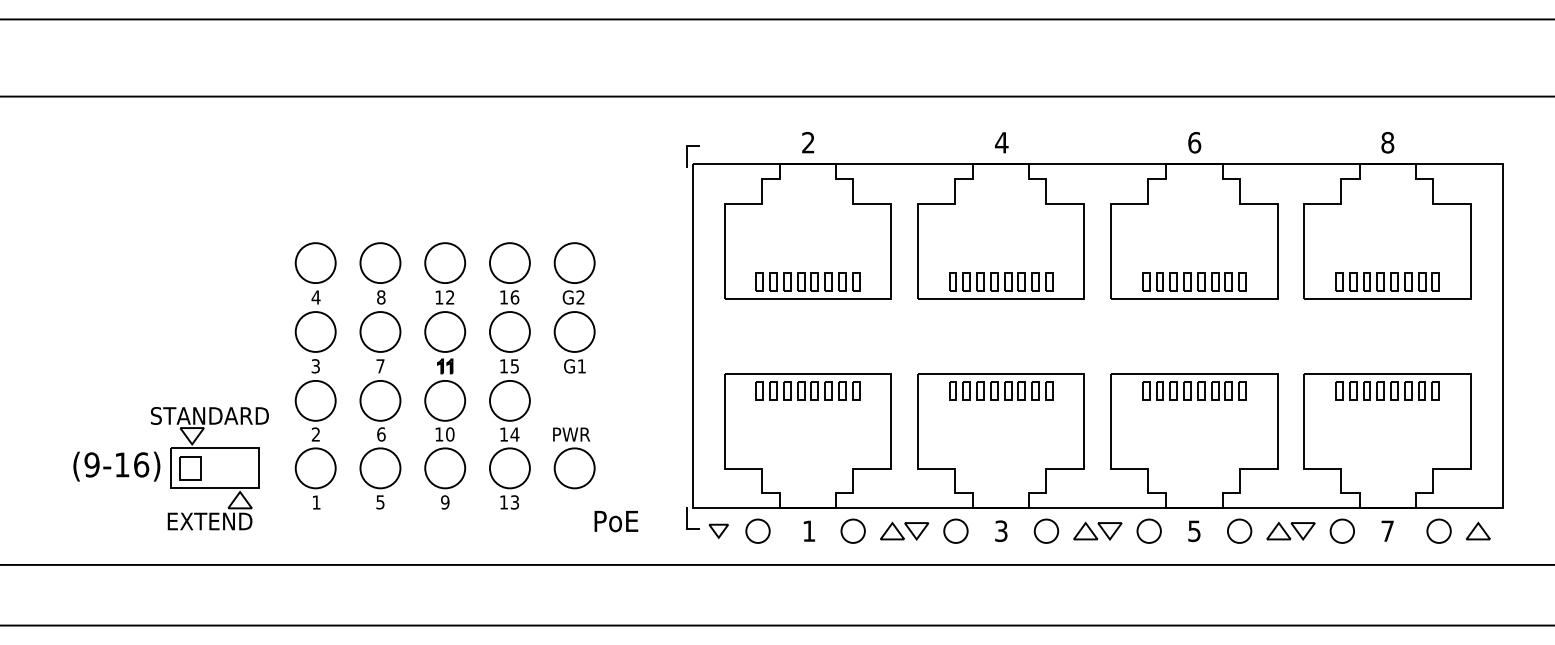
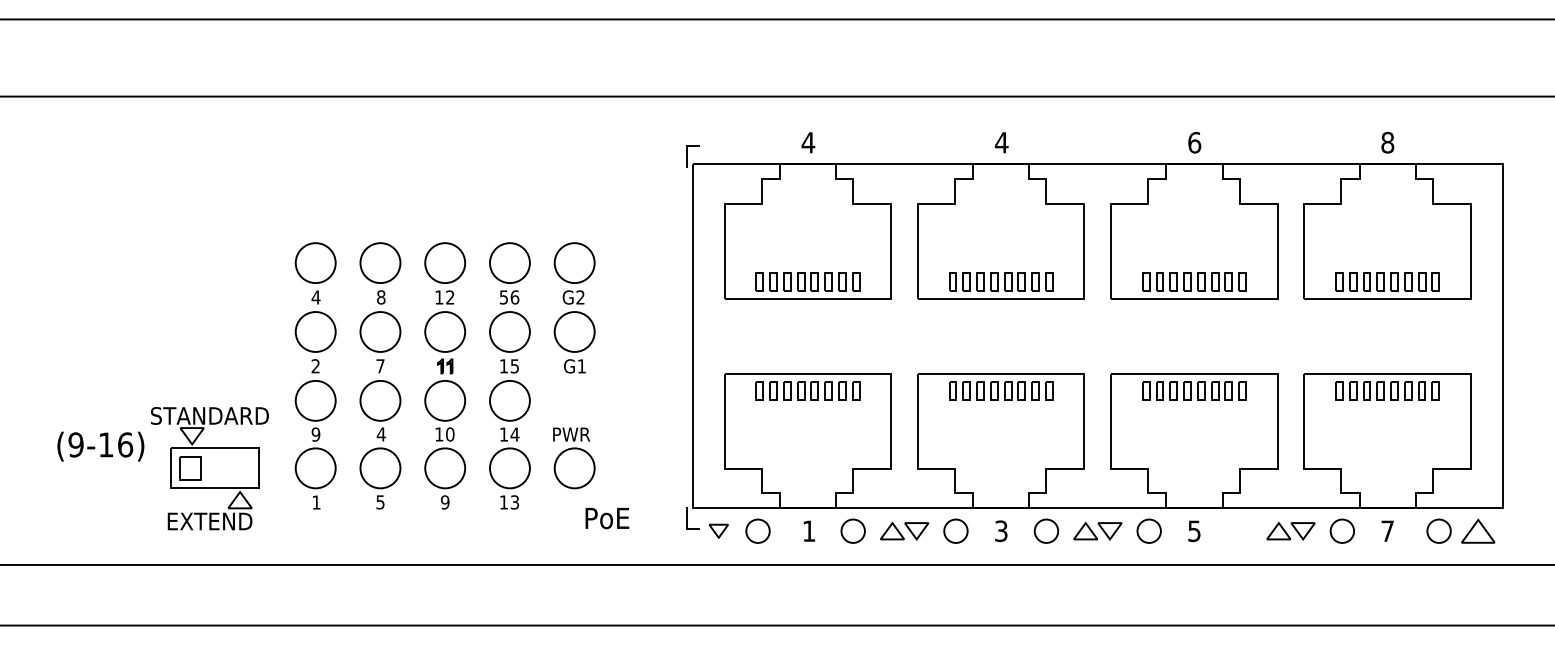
text at (808, 142): 2 -> 4
text at (503, 297): 16 -> 56
text at (315, 366): 3 -> 2
text at (315, 434): 2 -> 9
text at (380, 434): 6 -> 4
text at (116, 466) position: (116, 466) -> (100, 446)
text at (616, 521) position: (616, 521) -> (607, 518)
part at (1239, 530): present -> none
part at (1478, 530) size: 25x20 px -> 35x26 px
